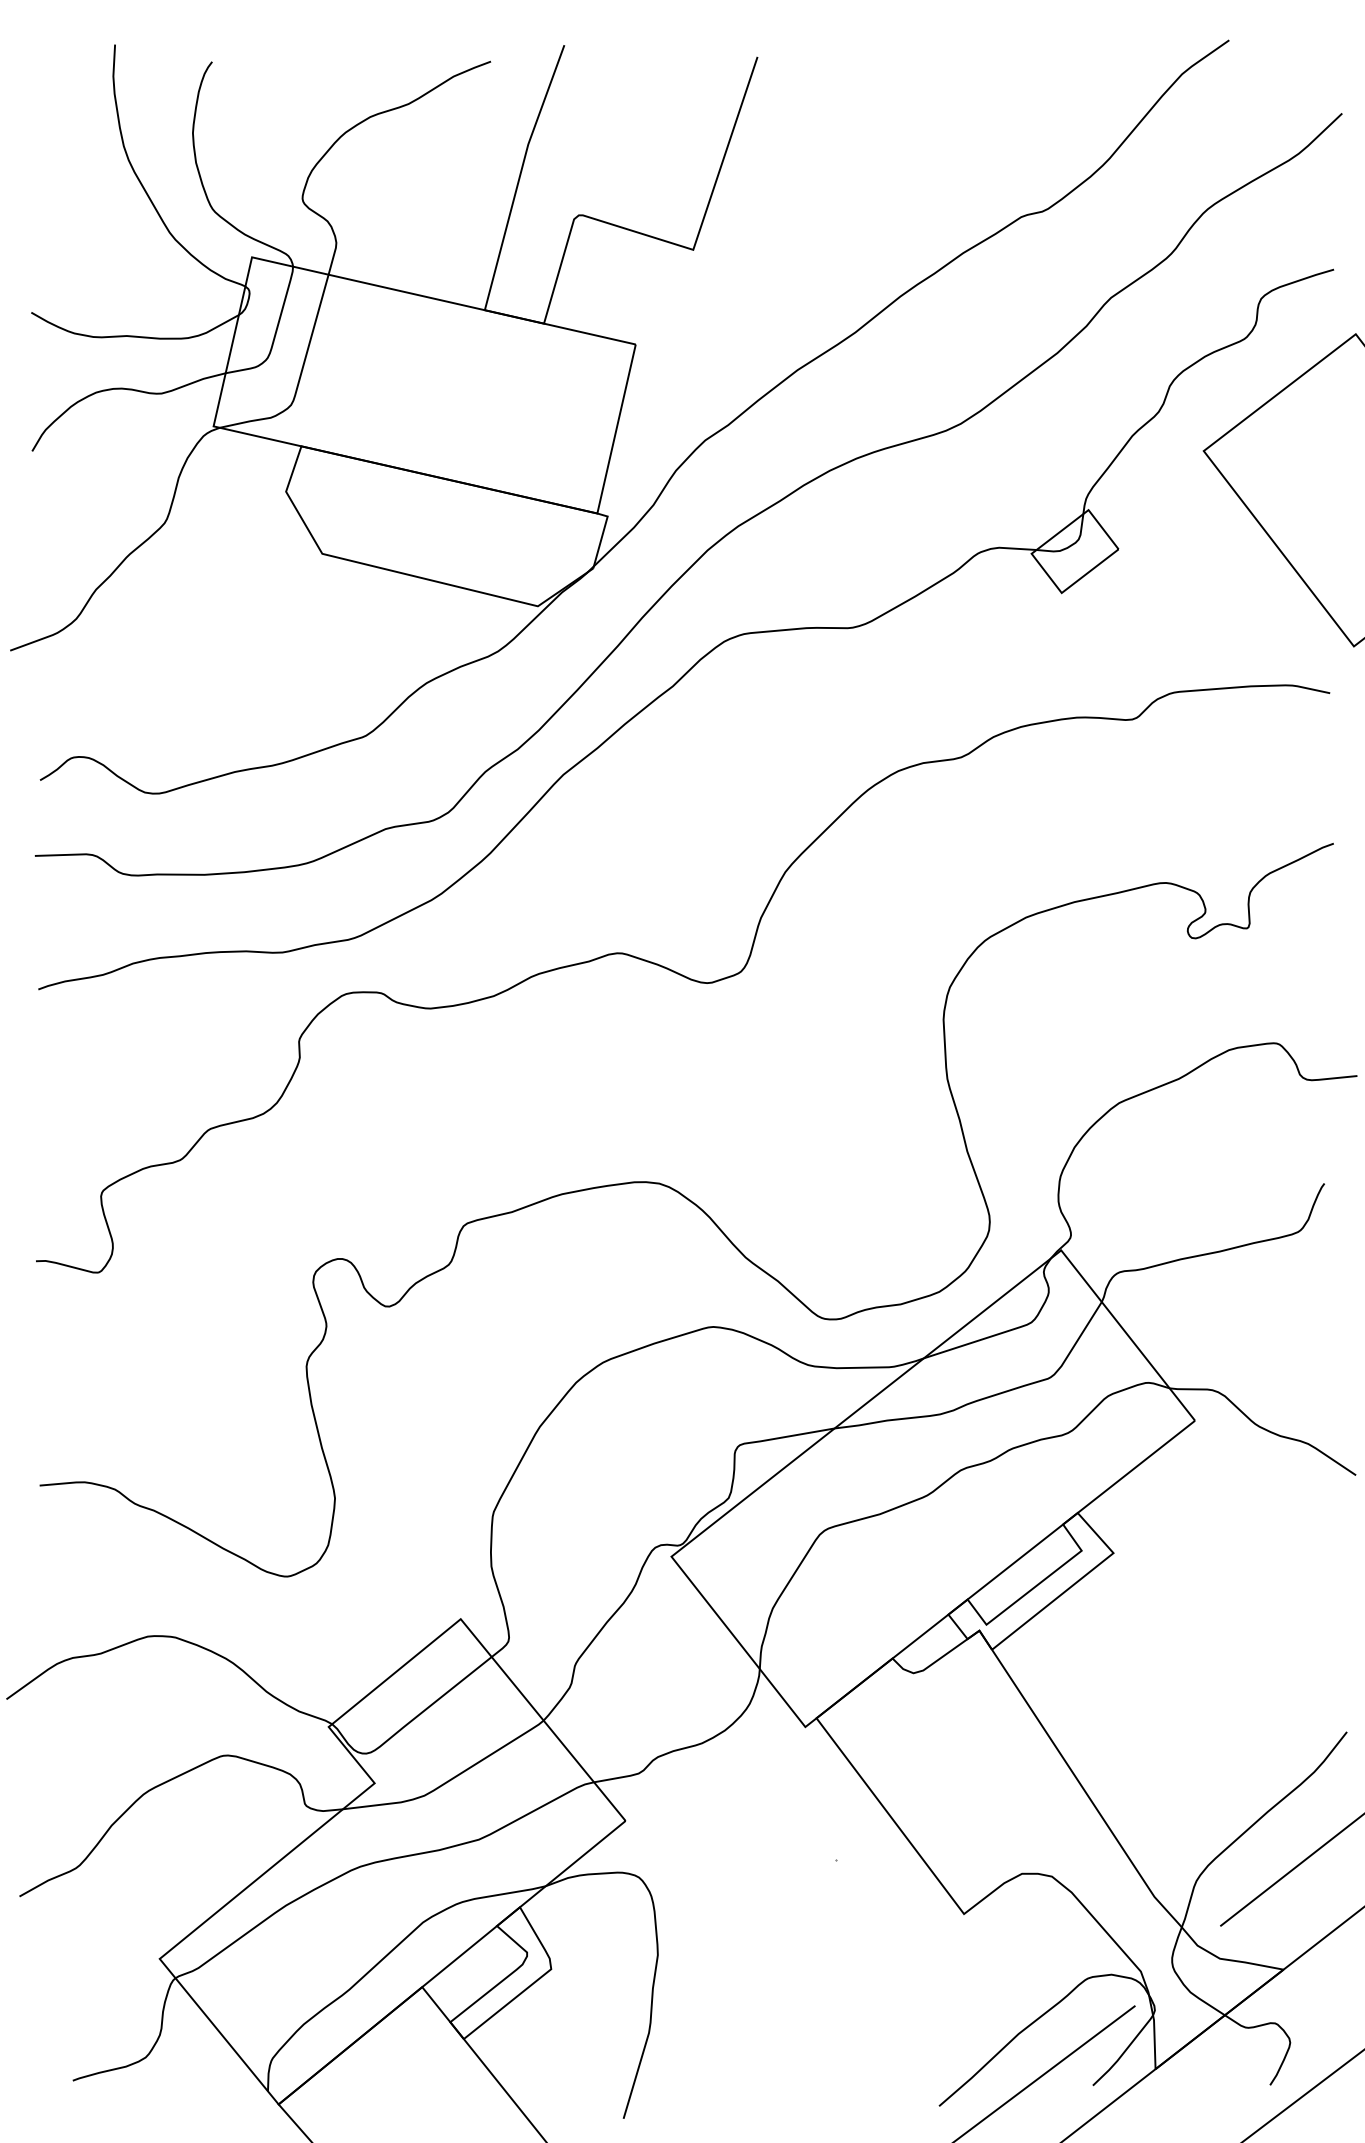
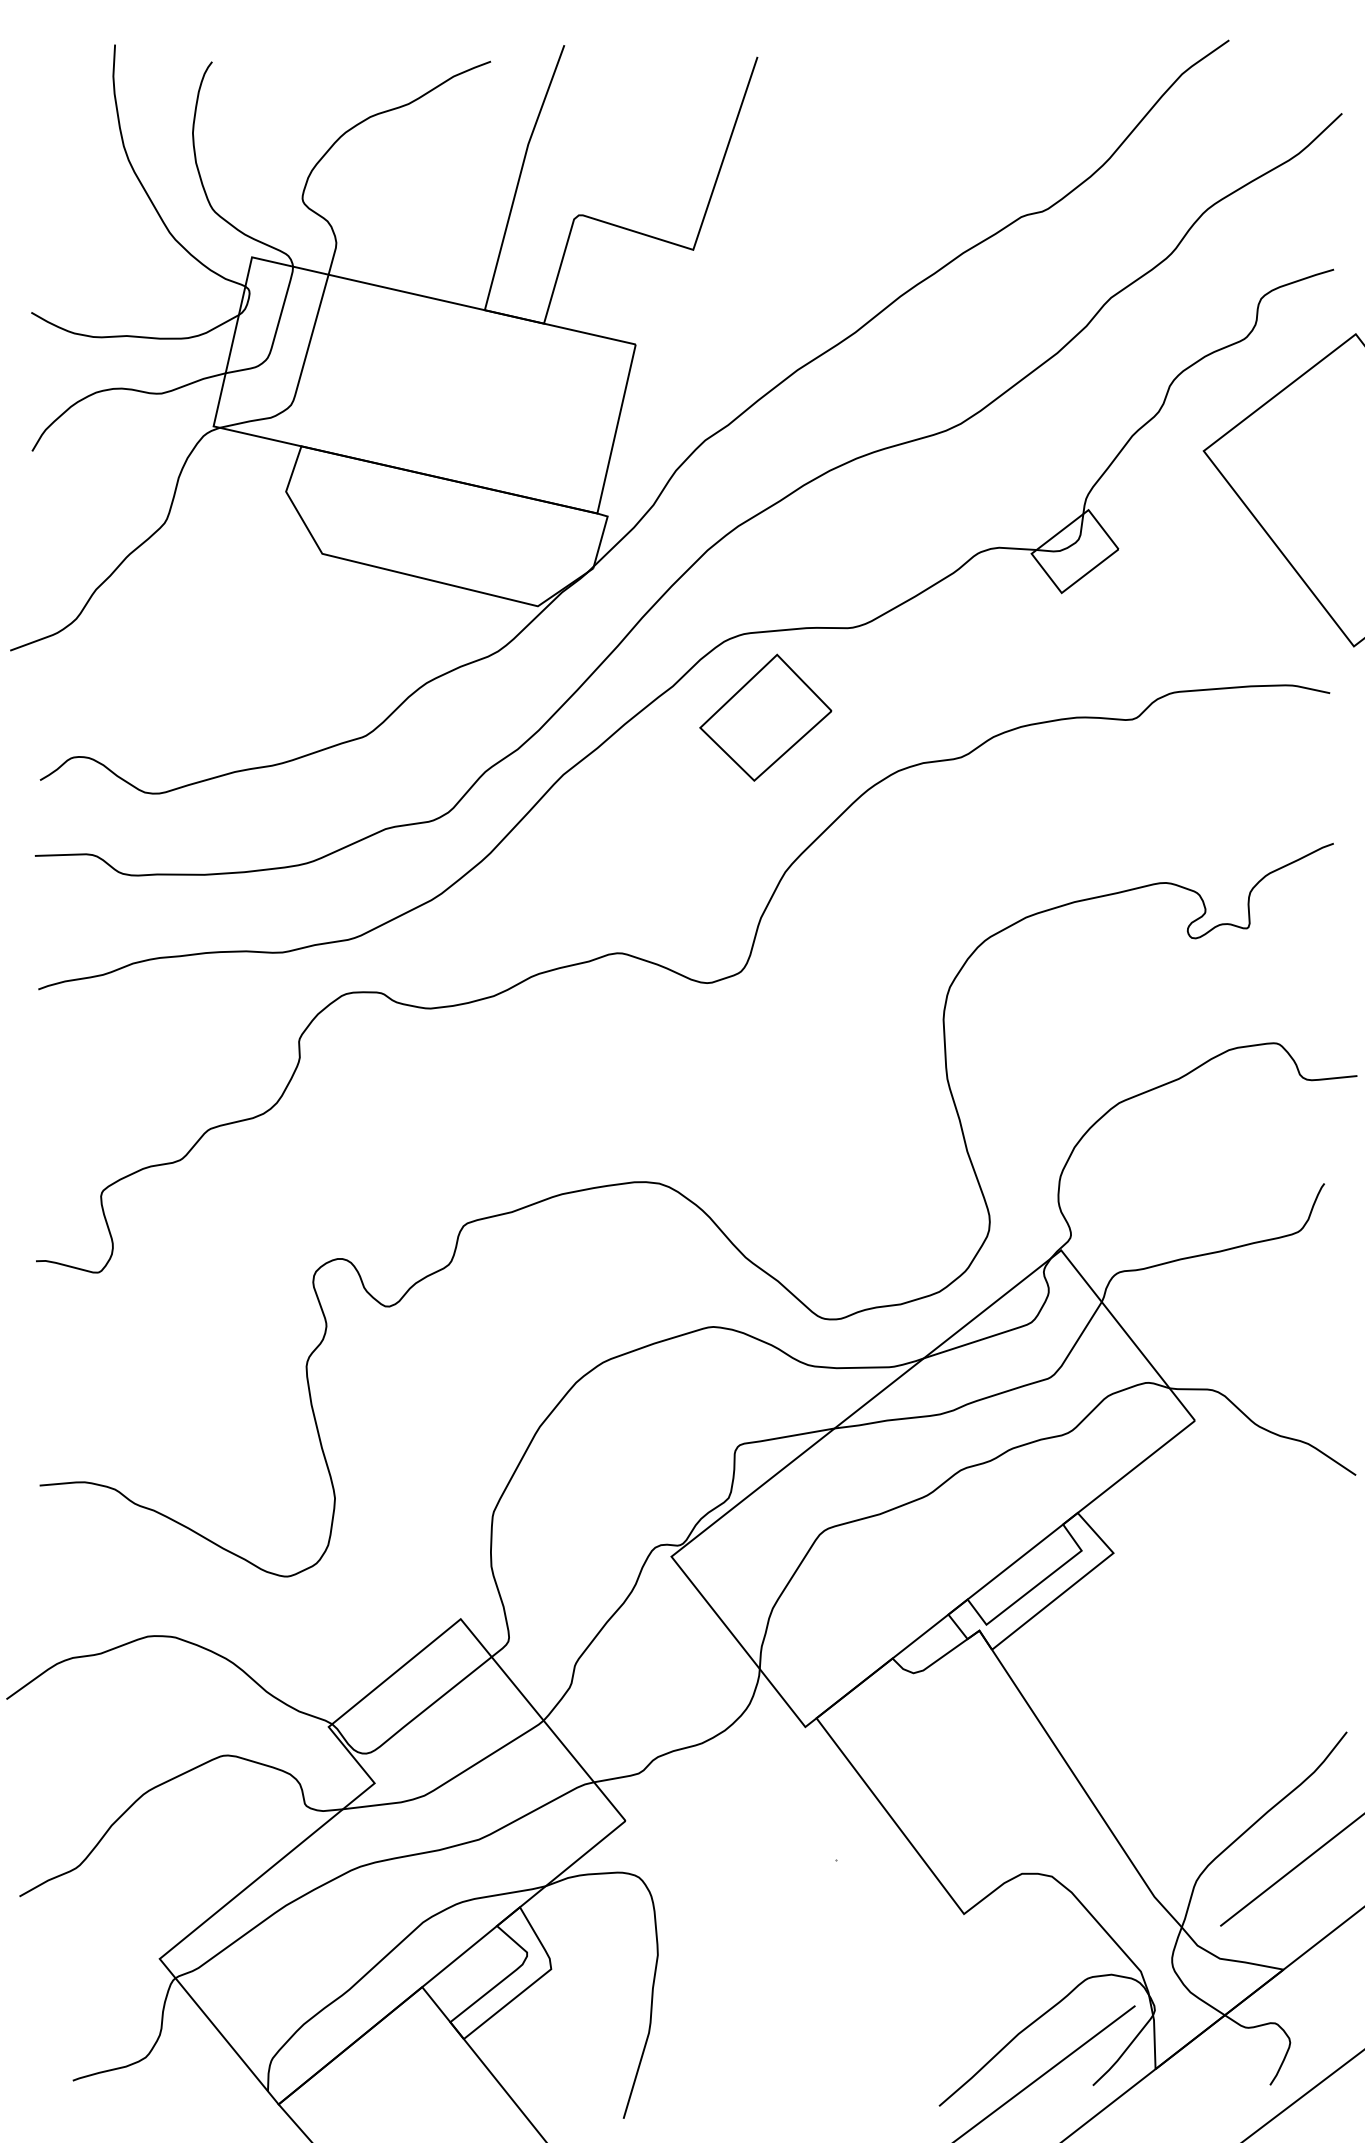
part at (765, 717): none -> present
